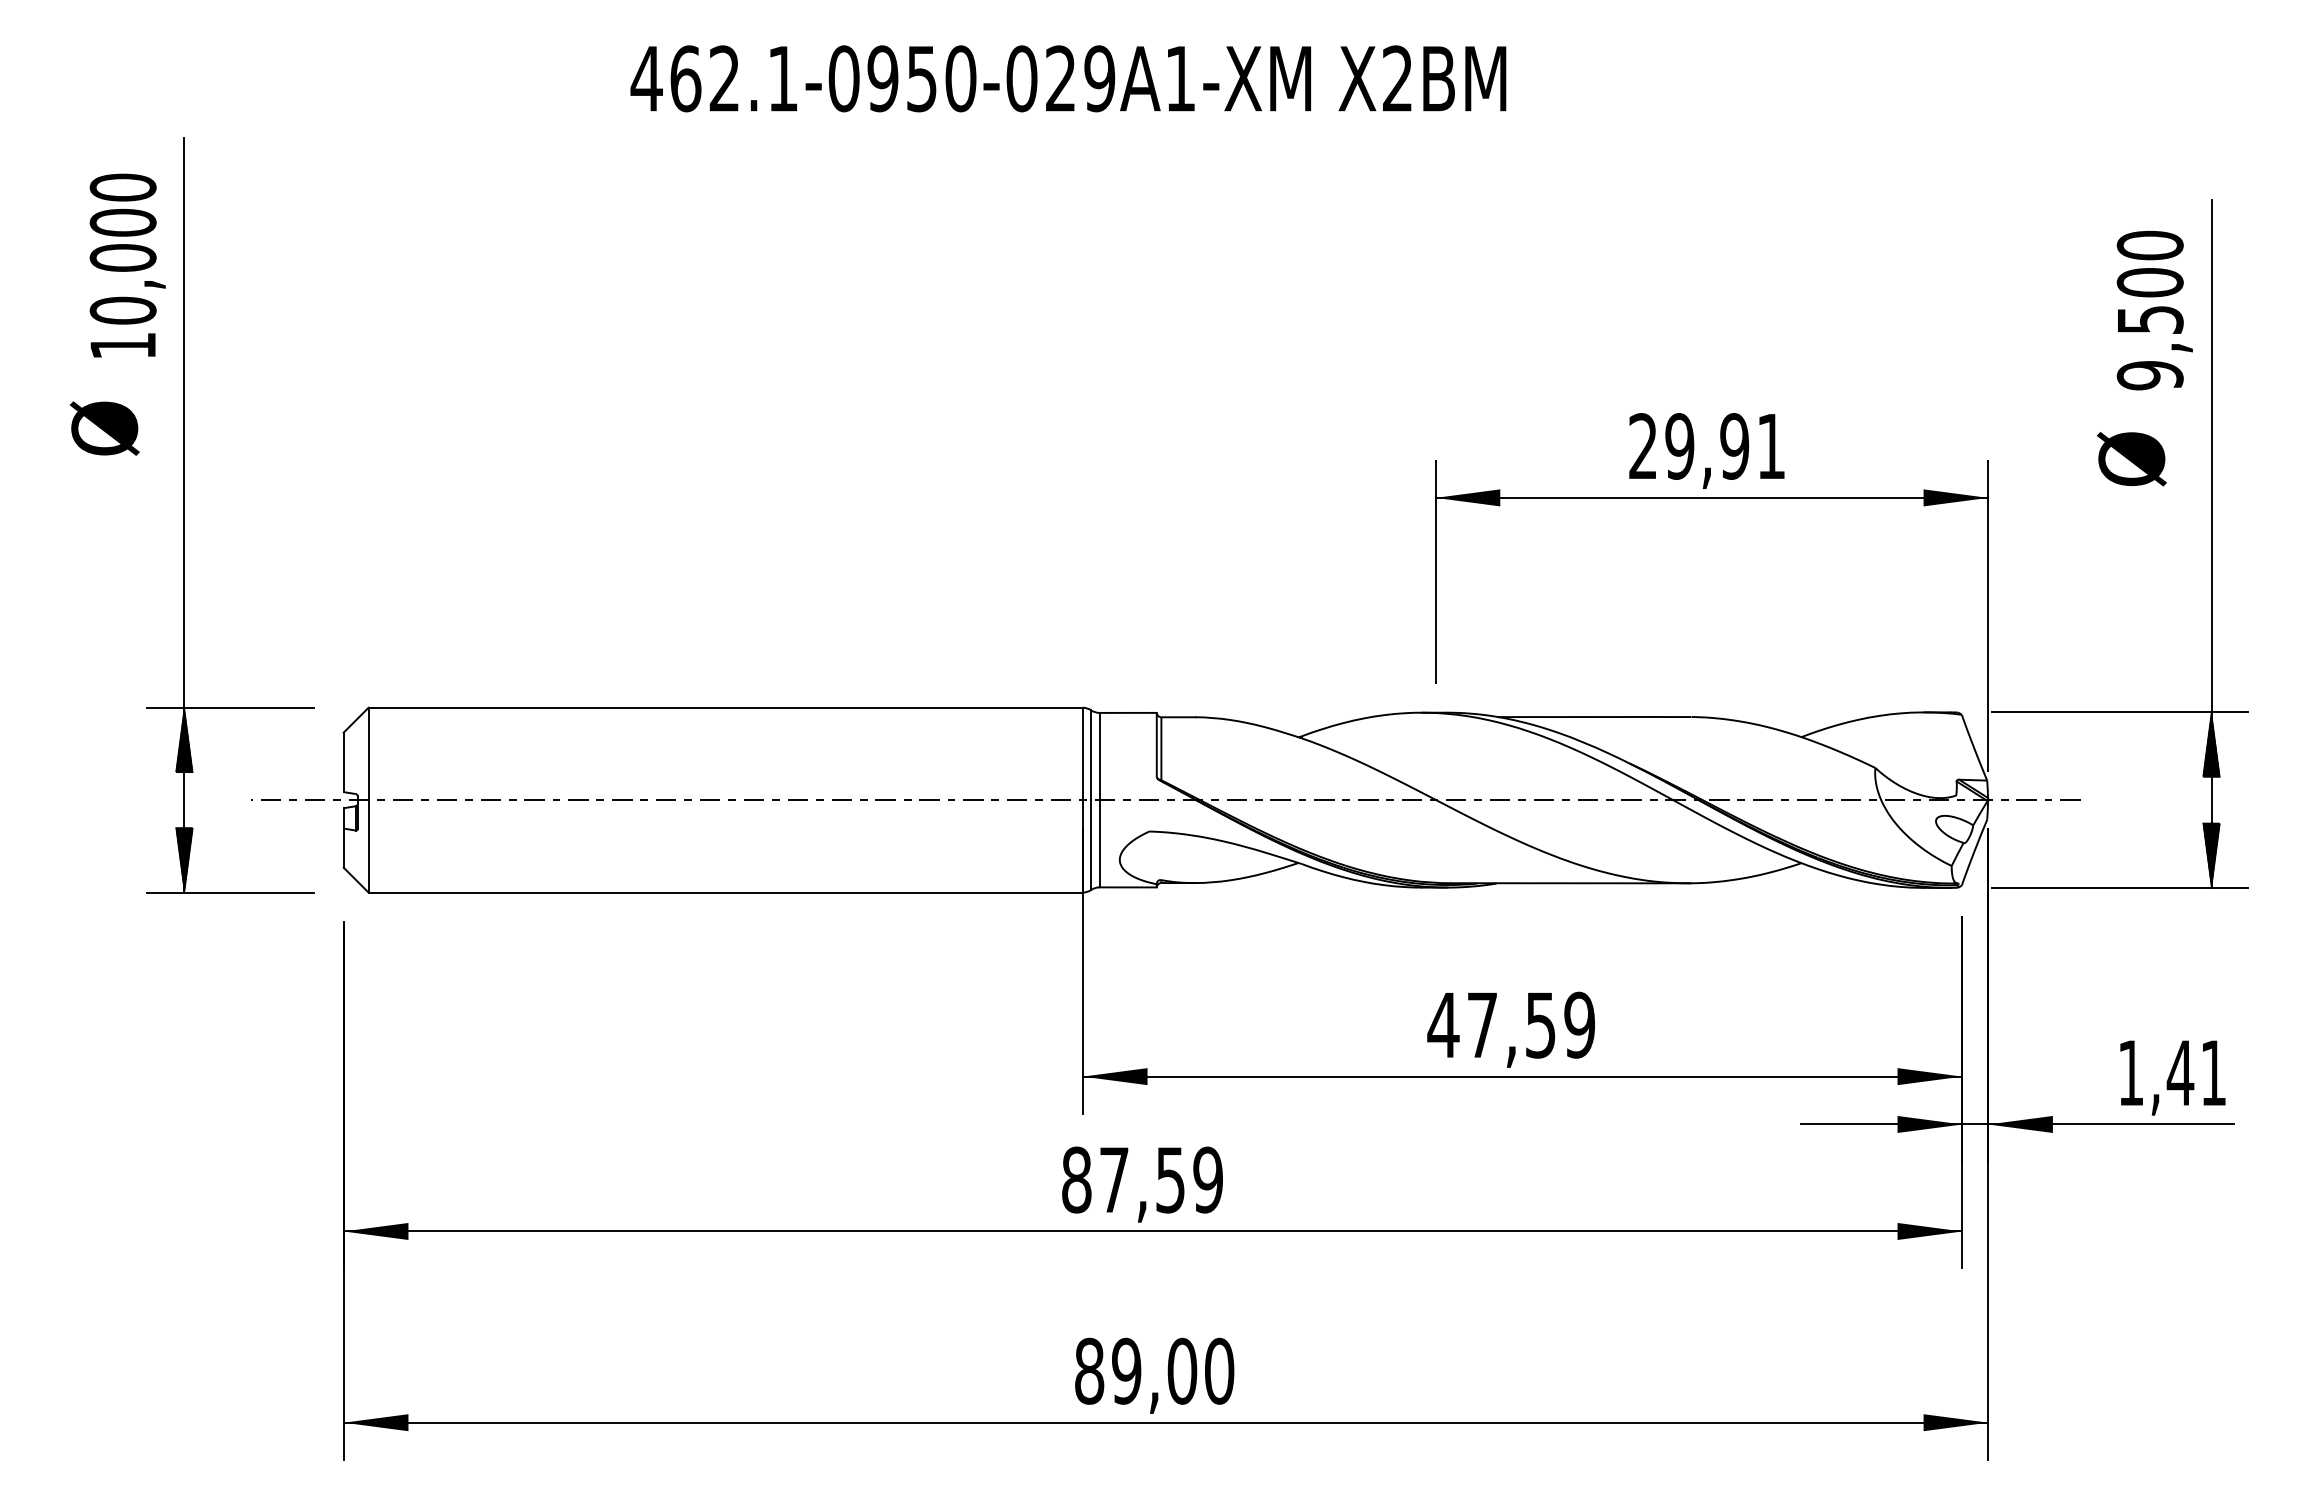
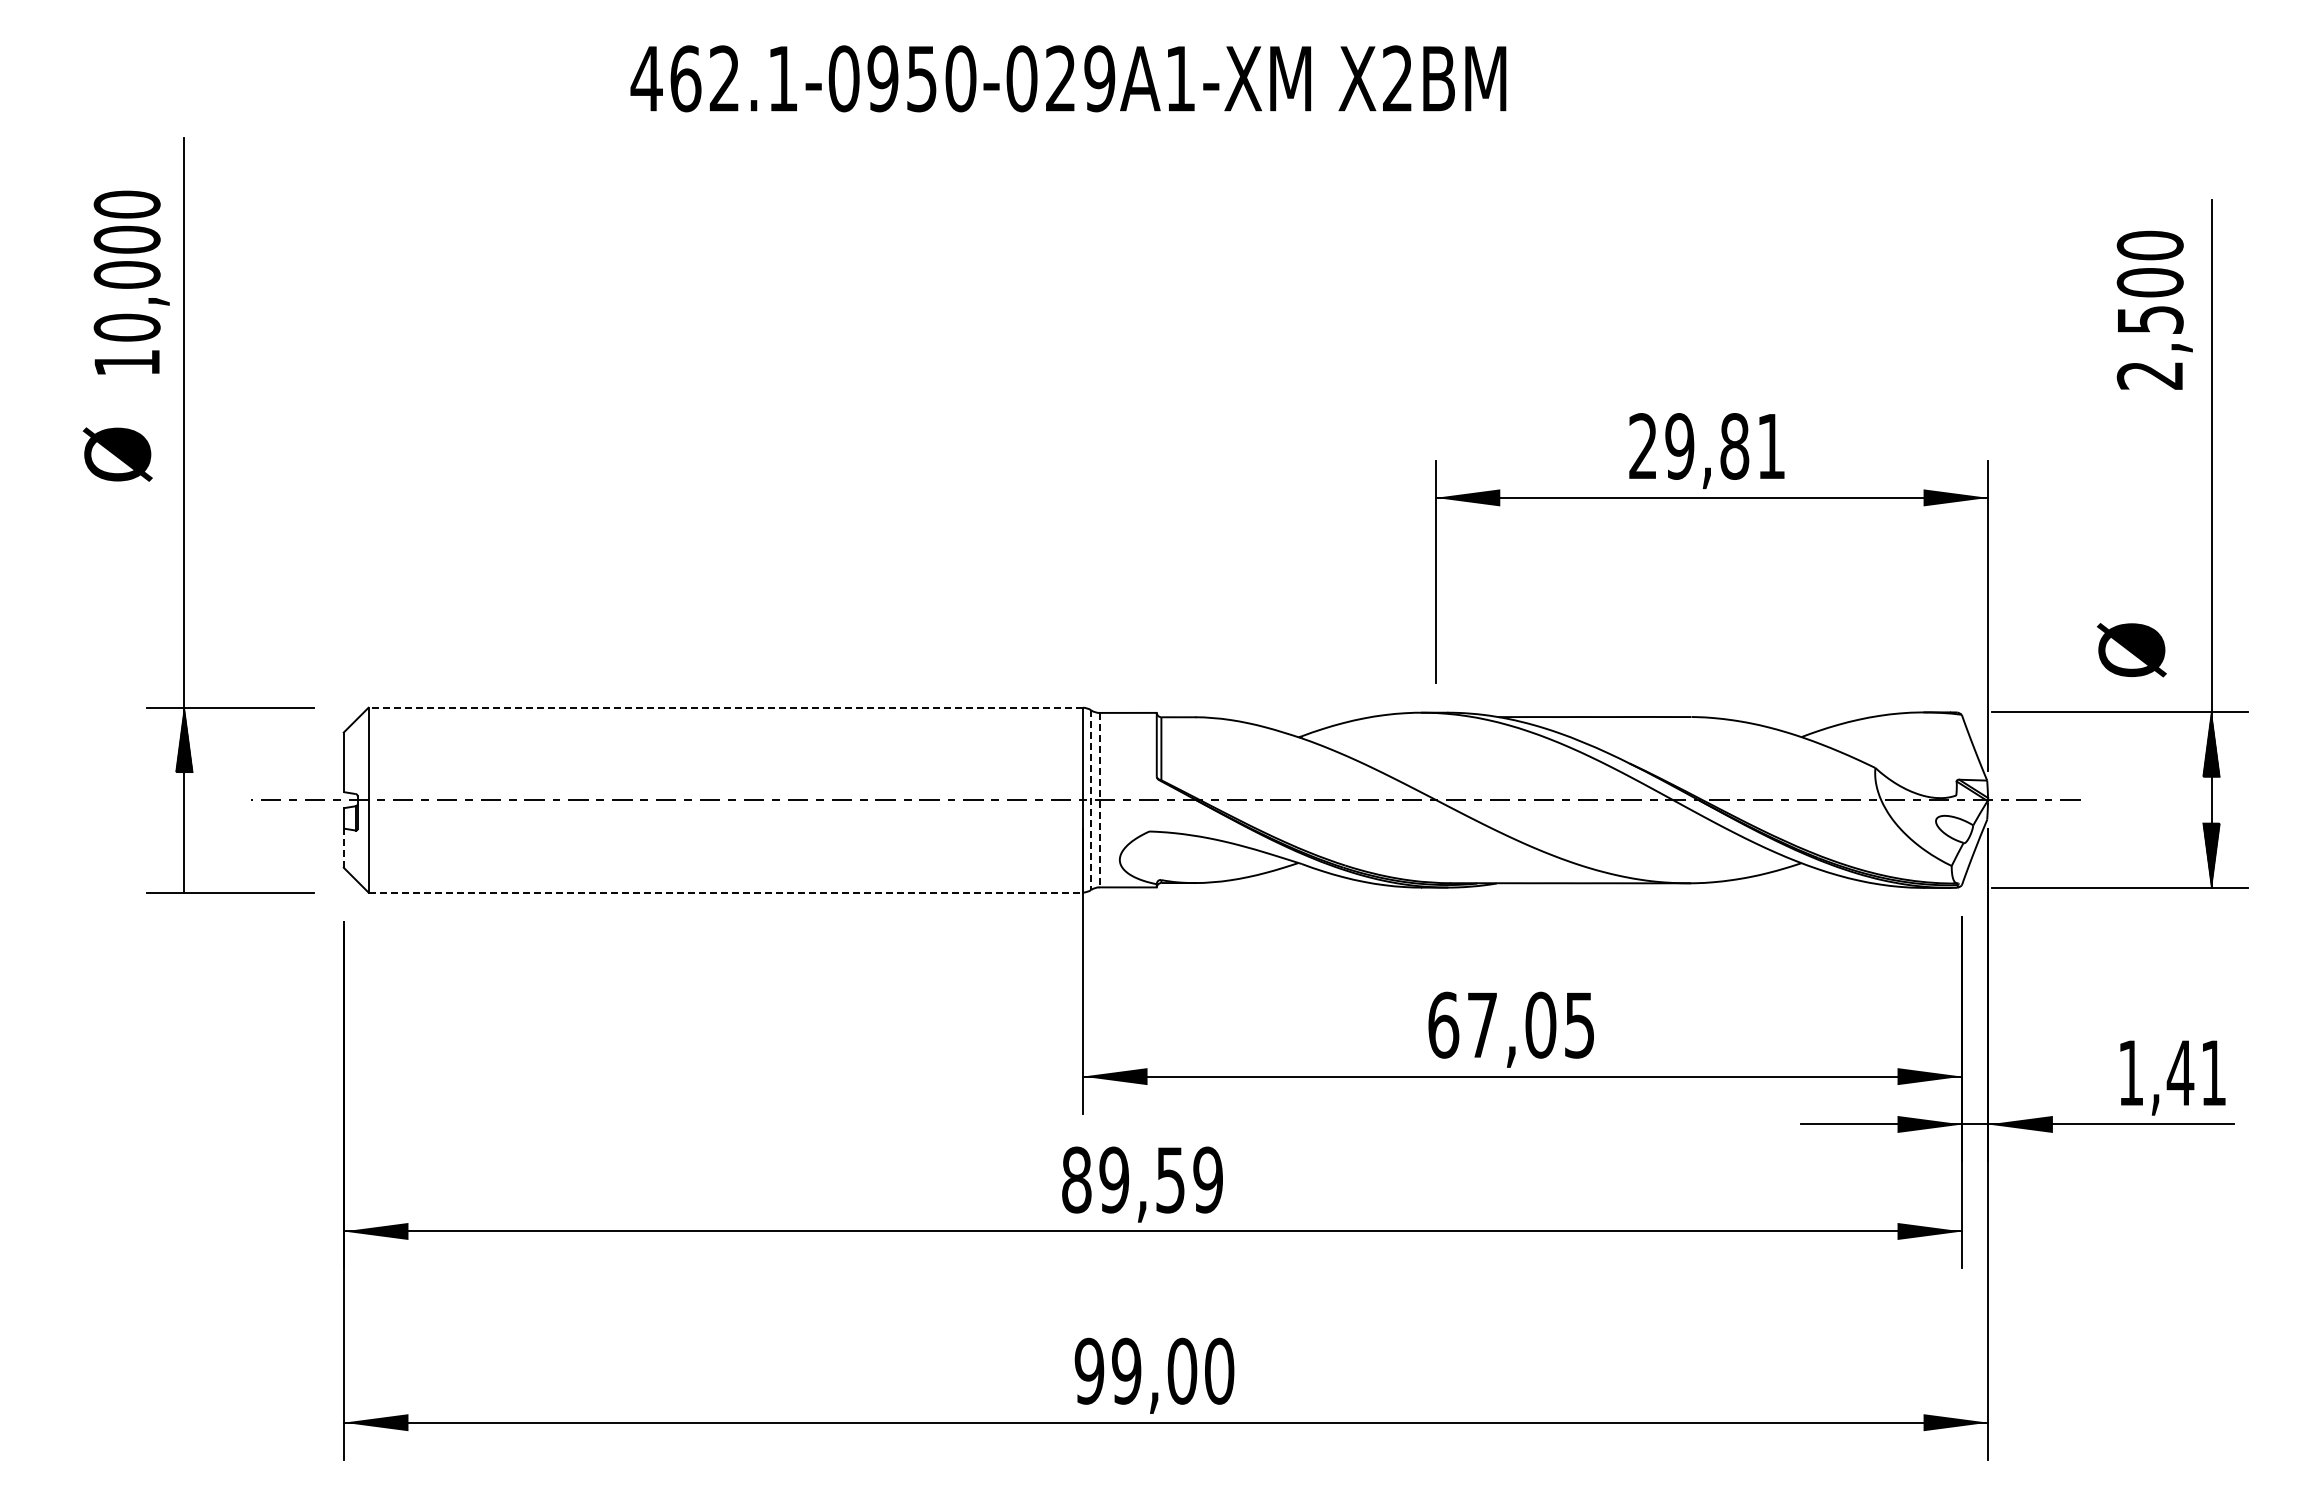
text at (127, 265) position: (127, 265) -> (131, 282)
text at (2149, 375): 9,500 -> 2,500
text at (104, 428) position: (104, 428) -> (117, 454)
text at (1734, 446): 29,91 -> 29,81
text at (2131, 459) position: (2131, 459) -> (2131, 650)
line at (725, 707): solid -> dashed
line at (1091, 800): solid -> dashed
line at (1099, 800): solid -> dashed
line at (343, 848): solid -> dashed
hatch at (183, 859): present -> none
line at (726, 892): solid -> dashed
text at (1511, 1024): 47,59 -> 67,05
text at (1114, 1179): 87,59 -> 89,59
text at (1089, 1371): 89,00 -> 99,00
